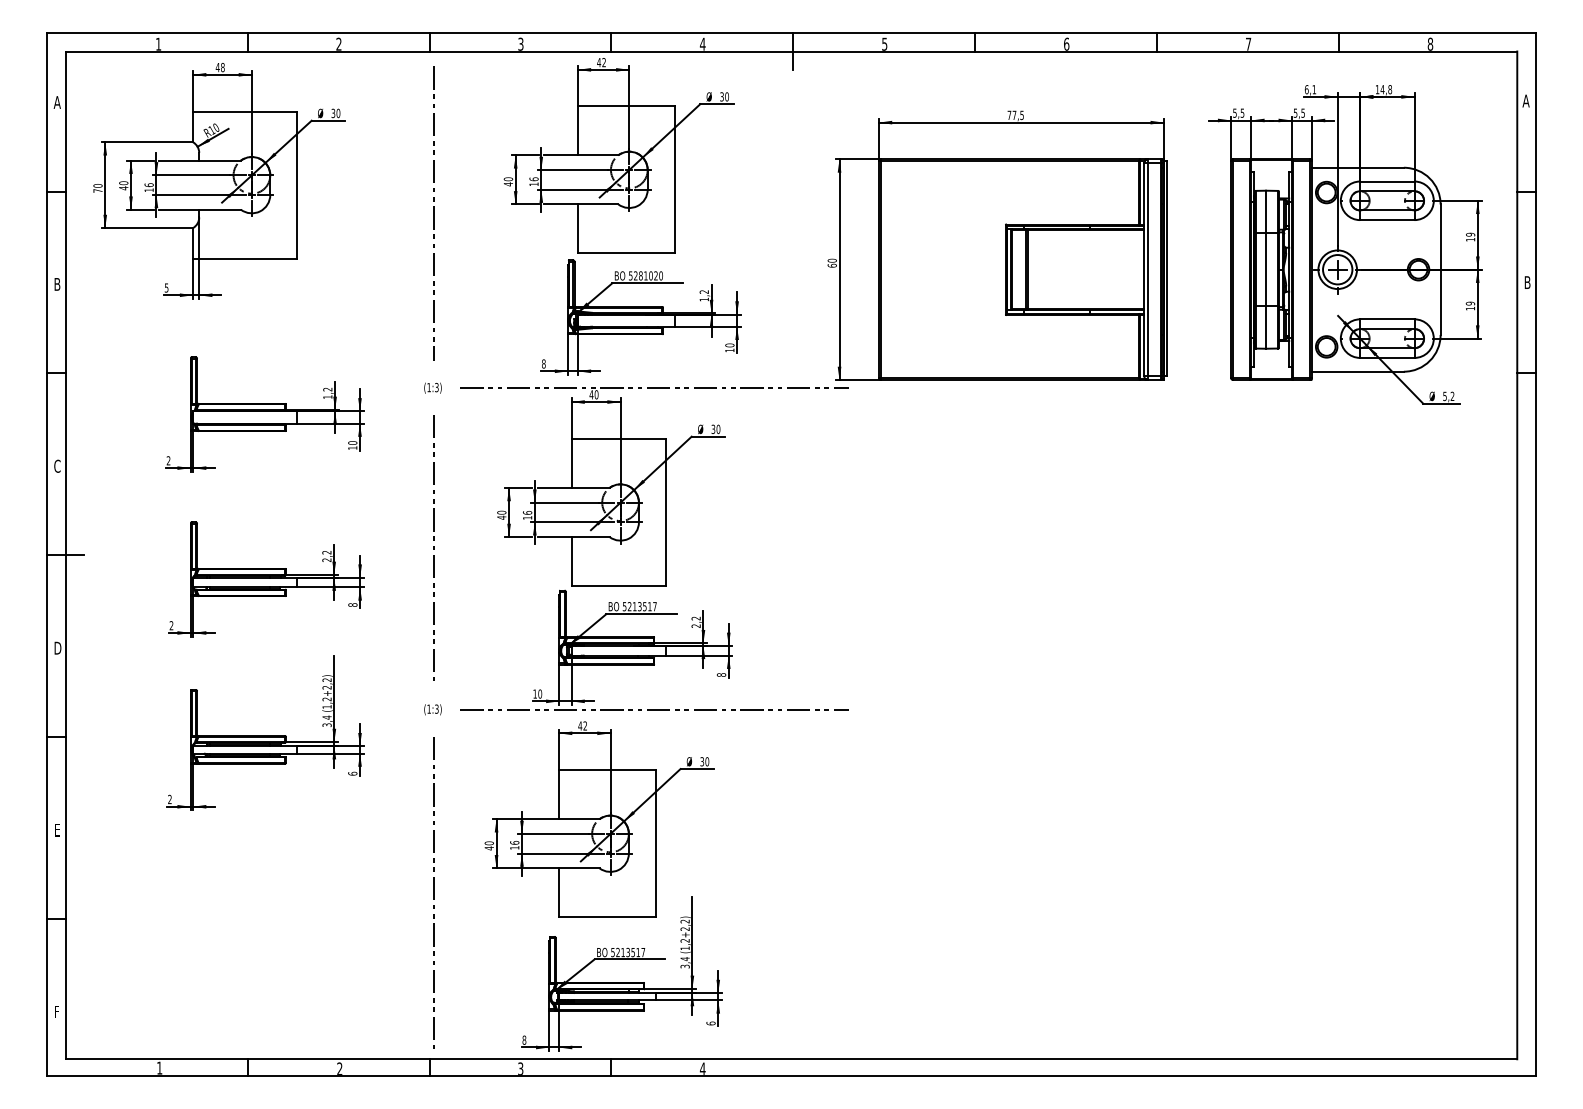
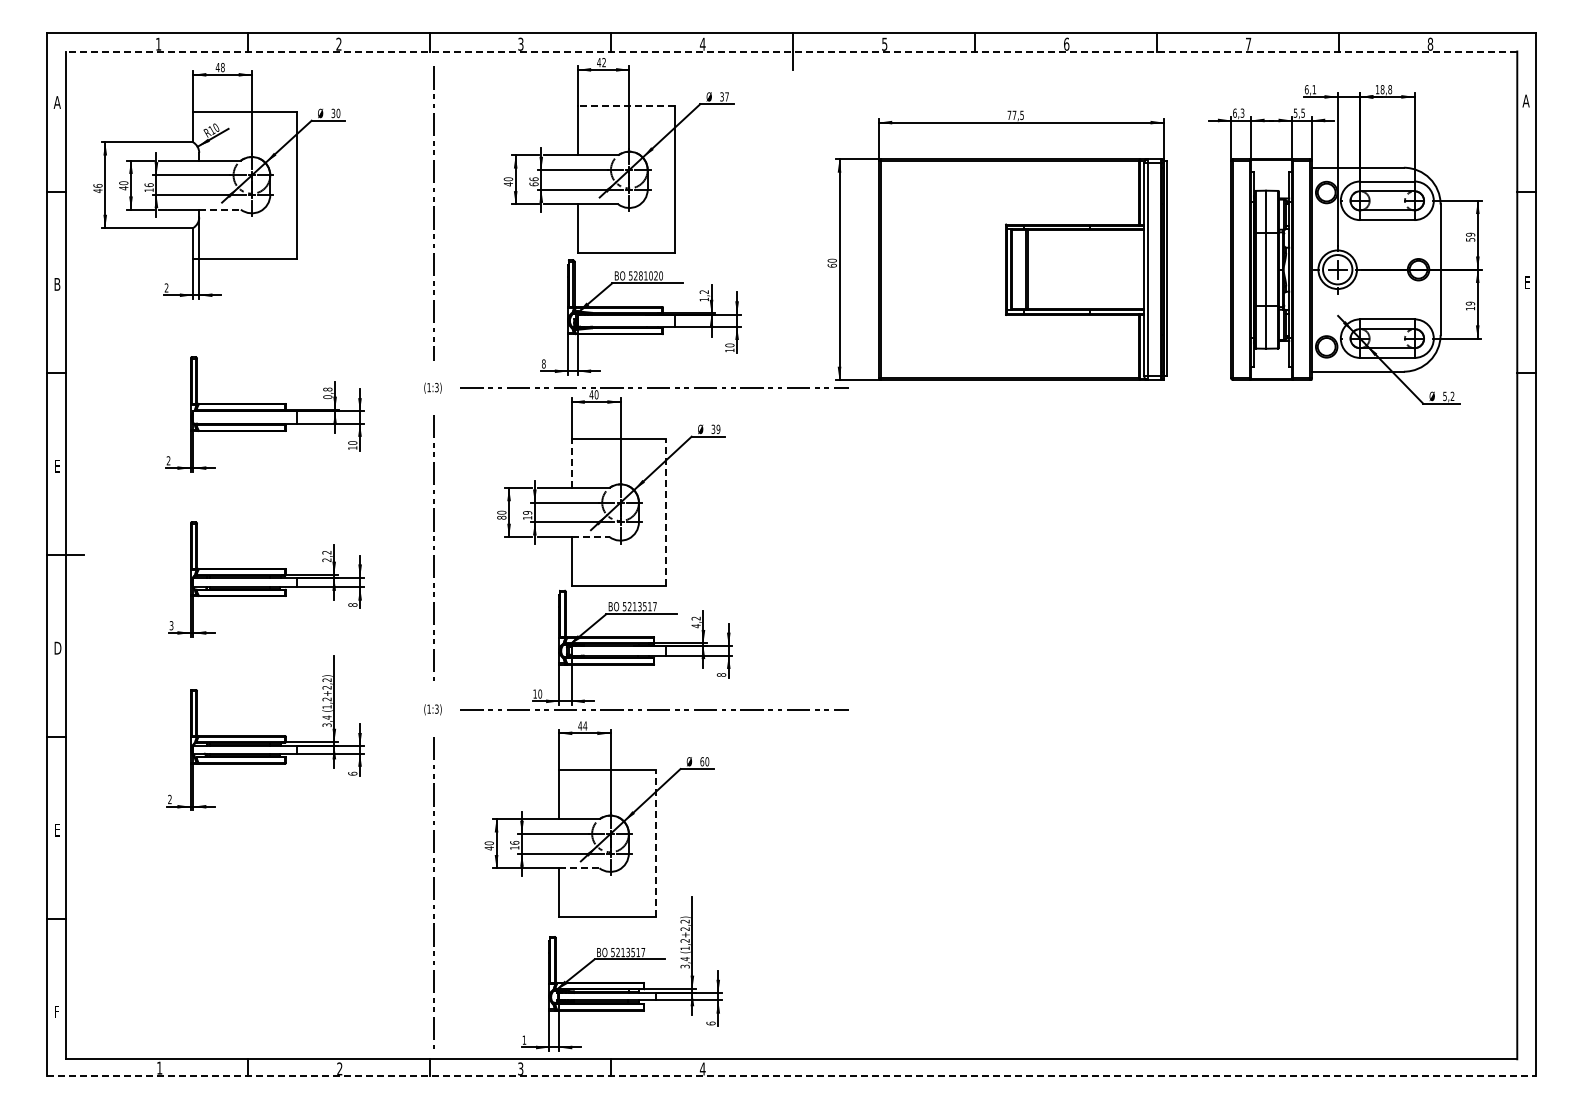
line at (791, 51): solid -> dashed
text at (1382, 89): 14,8 -> 18,8
text at (726, 96): 30 -> 37
line at (625, 106): solid -> dashed
text at (1238, 112): 5,5 -> 6,3
text at (533, 184): 16 -> 66
text at (97, 188): 70 -> 46
line at (220, 209): solid -> dashed
text at (1470, 239): 19 -> 59
text at (1527, 282): B -> E
text at (166, 287): 5 -> 2
text at (327, 393): 1,2 -> 0,8
text at (717, 429): 30 -> 39
line at (571, 463): solid -> dashed
text at (57, 465): C -> E
text at (527, 512): 16 -> 19
line at (665, 512): solid -> dashed
text at (501, 517): 40 -> 80
line at (590, 537): solid -> dashed
text at (171, 625): 2 -> 3
text at (695, 626): 2,2 -> 4,2
text at (585, 725): 42 -> 44
text at (702, 761): 30 -> 60
line at (655, 843): solid -> dashed
line at (579, 868): solid -> dashed
text at (524, 1039): 8 -> 1
line at (791, 1075): solid -> dashed
